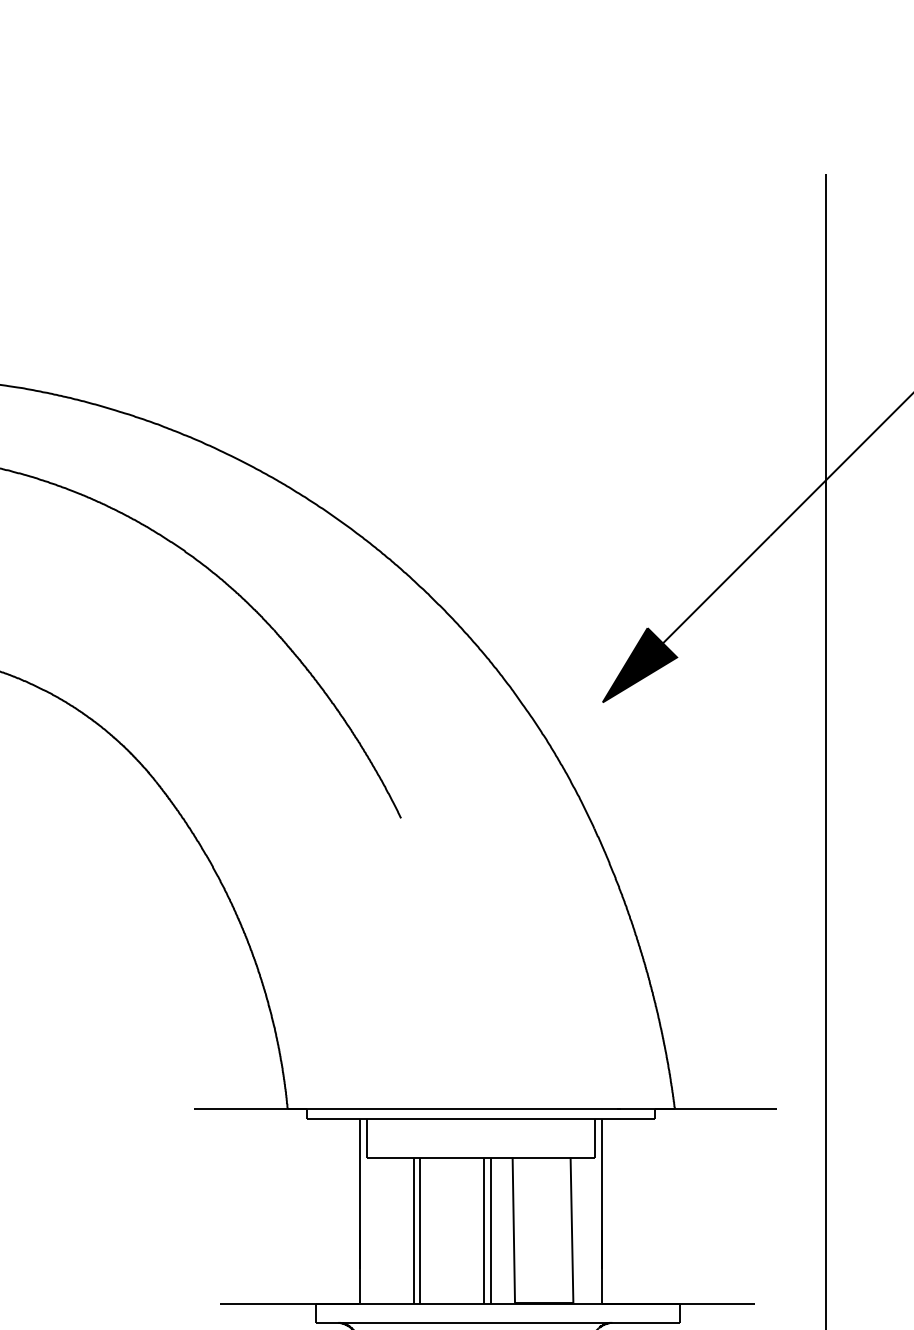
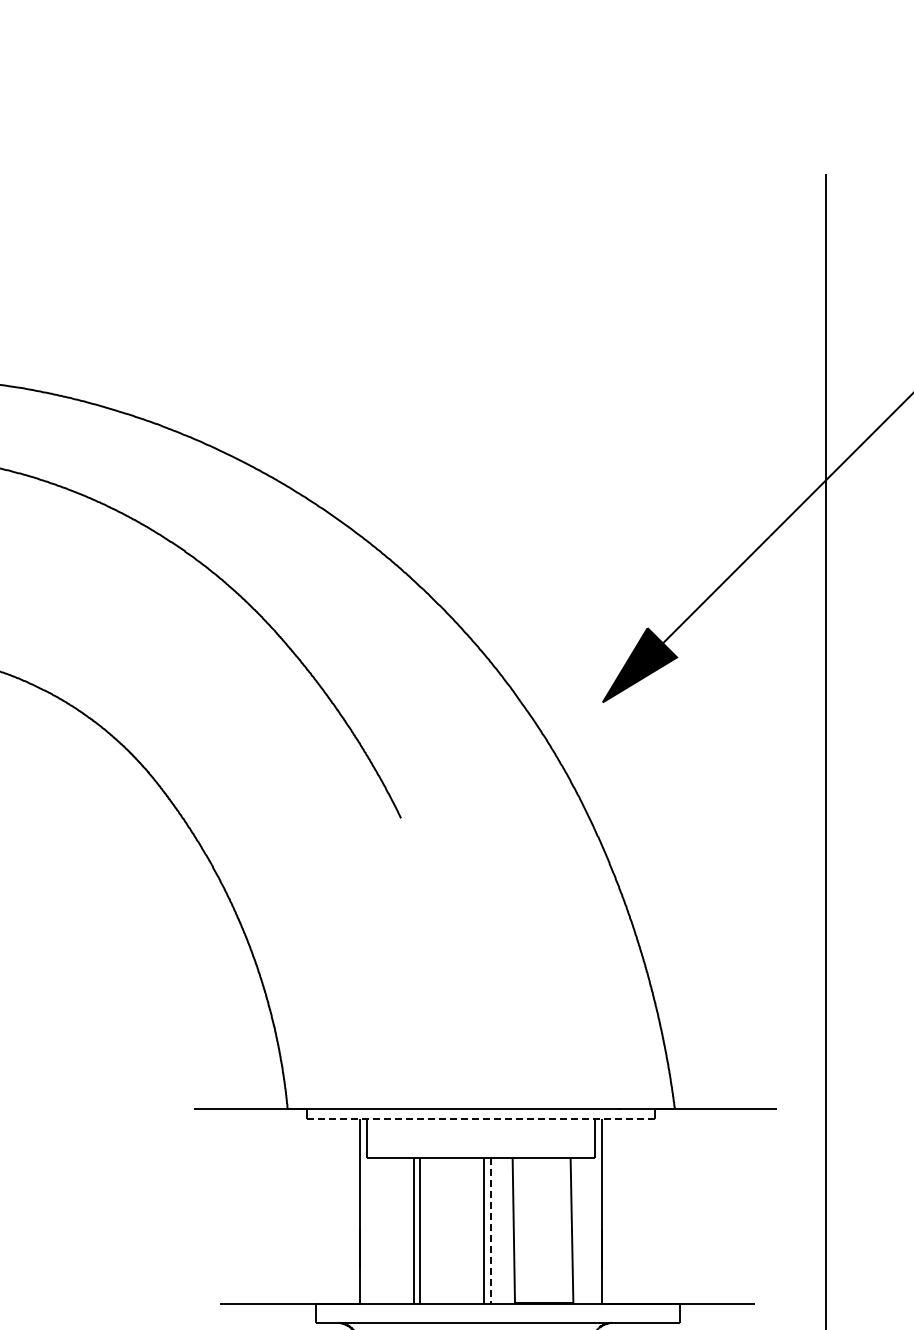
line at (480, 1118): solid -> dashed
line at (490, 1230): solid -> dashed
